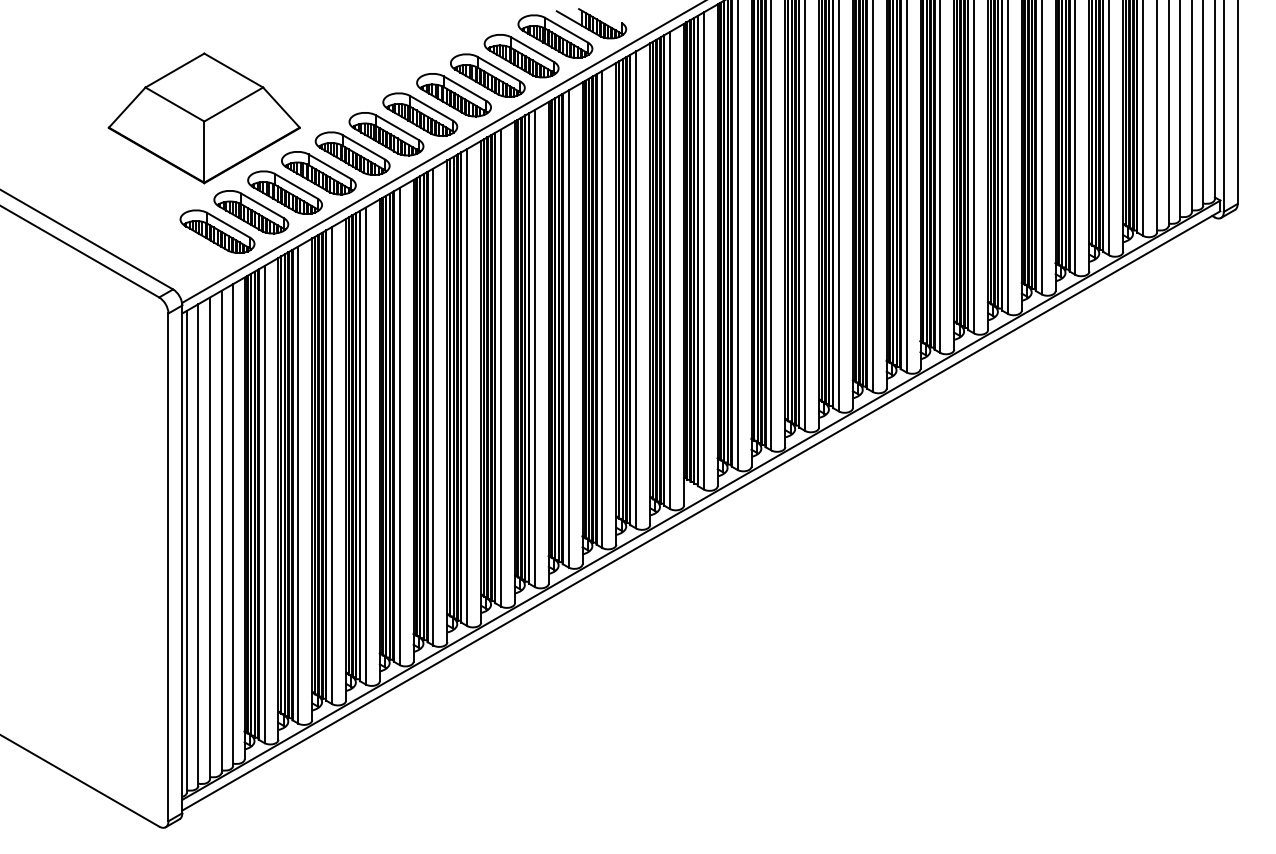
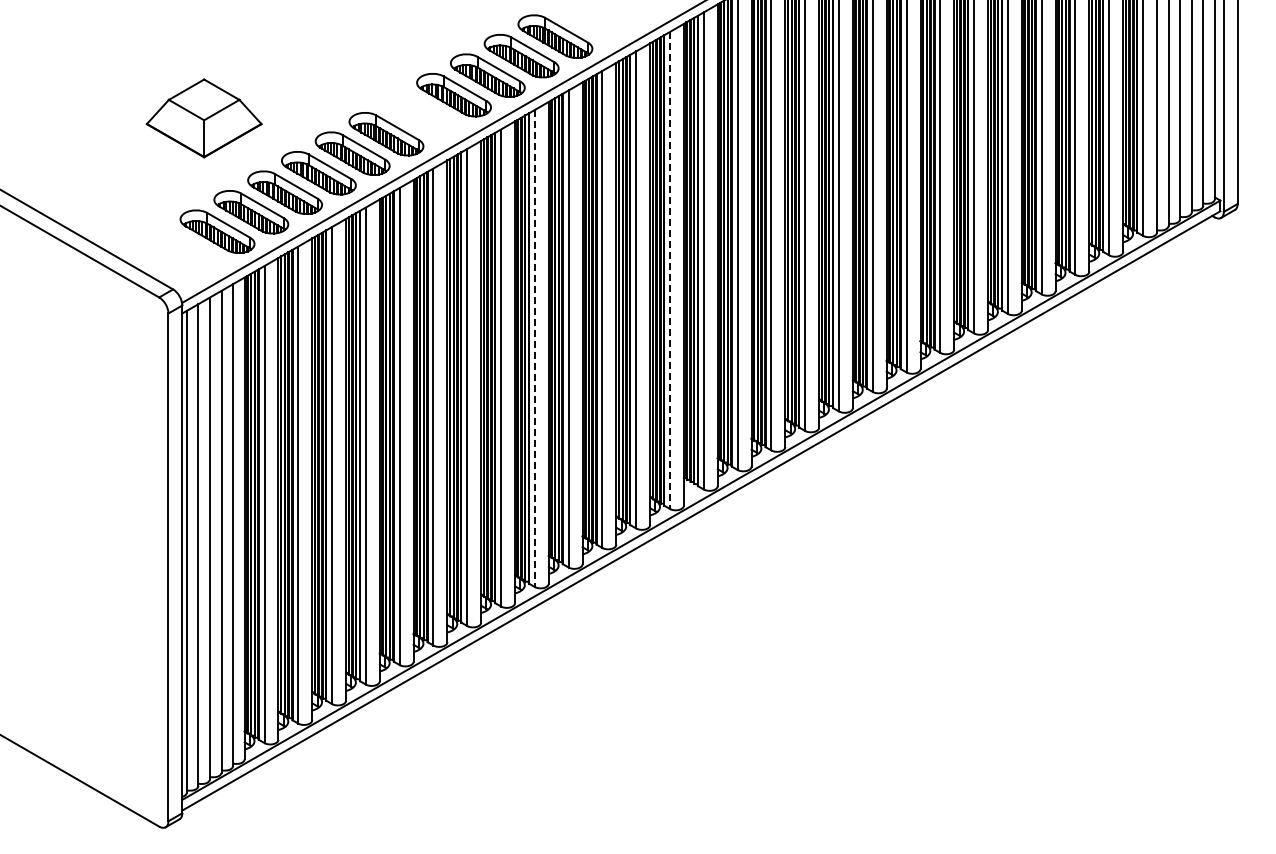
part at (591, 23): present -> none
part at (420, 114): present -> none
part at (203, 118) size: 194x133 px -> 118x81 px
line at (670, 270): solid -> dashed
line at (534, 348): solid -> dashed
